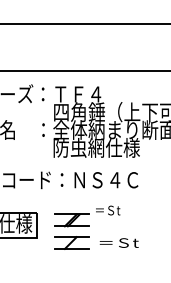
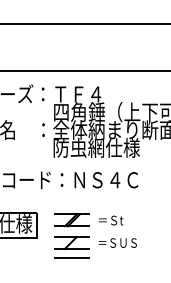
text at (108, 210) position: (108, 210) -> (111, 220)
text at (118, 242): ＝Ｓt -> ＝ＳＵＳ
line at (71, 257): none -> present
